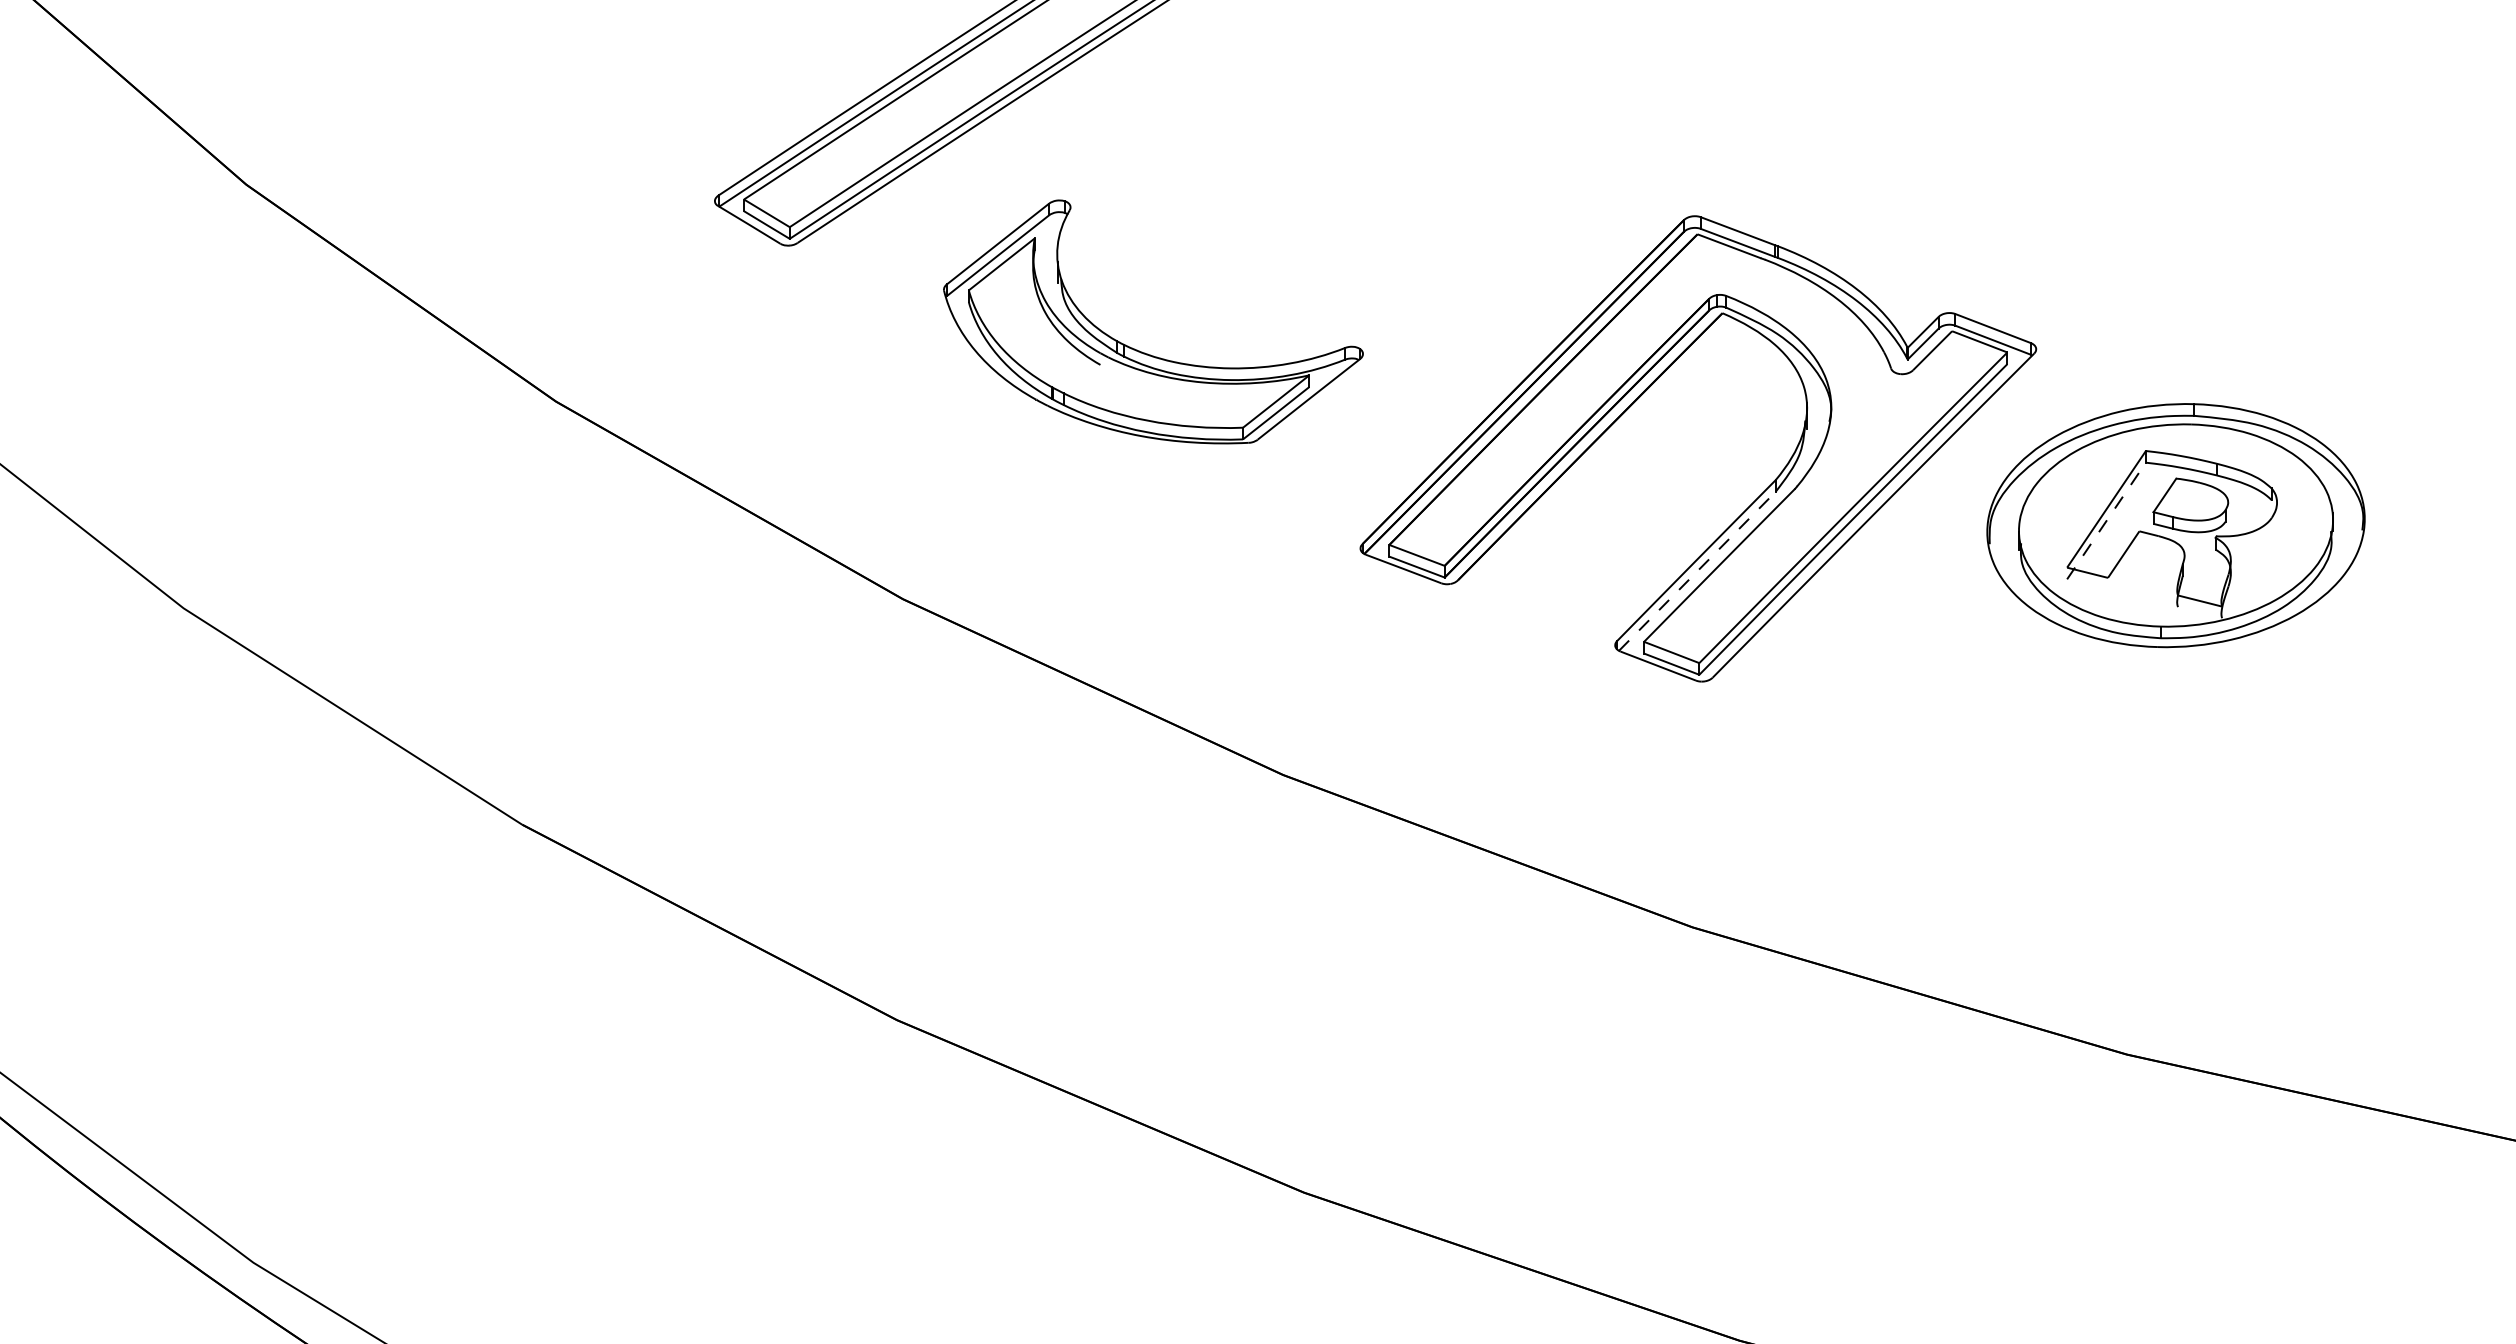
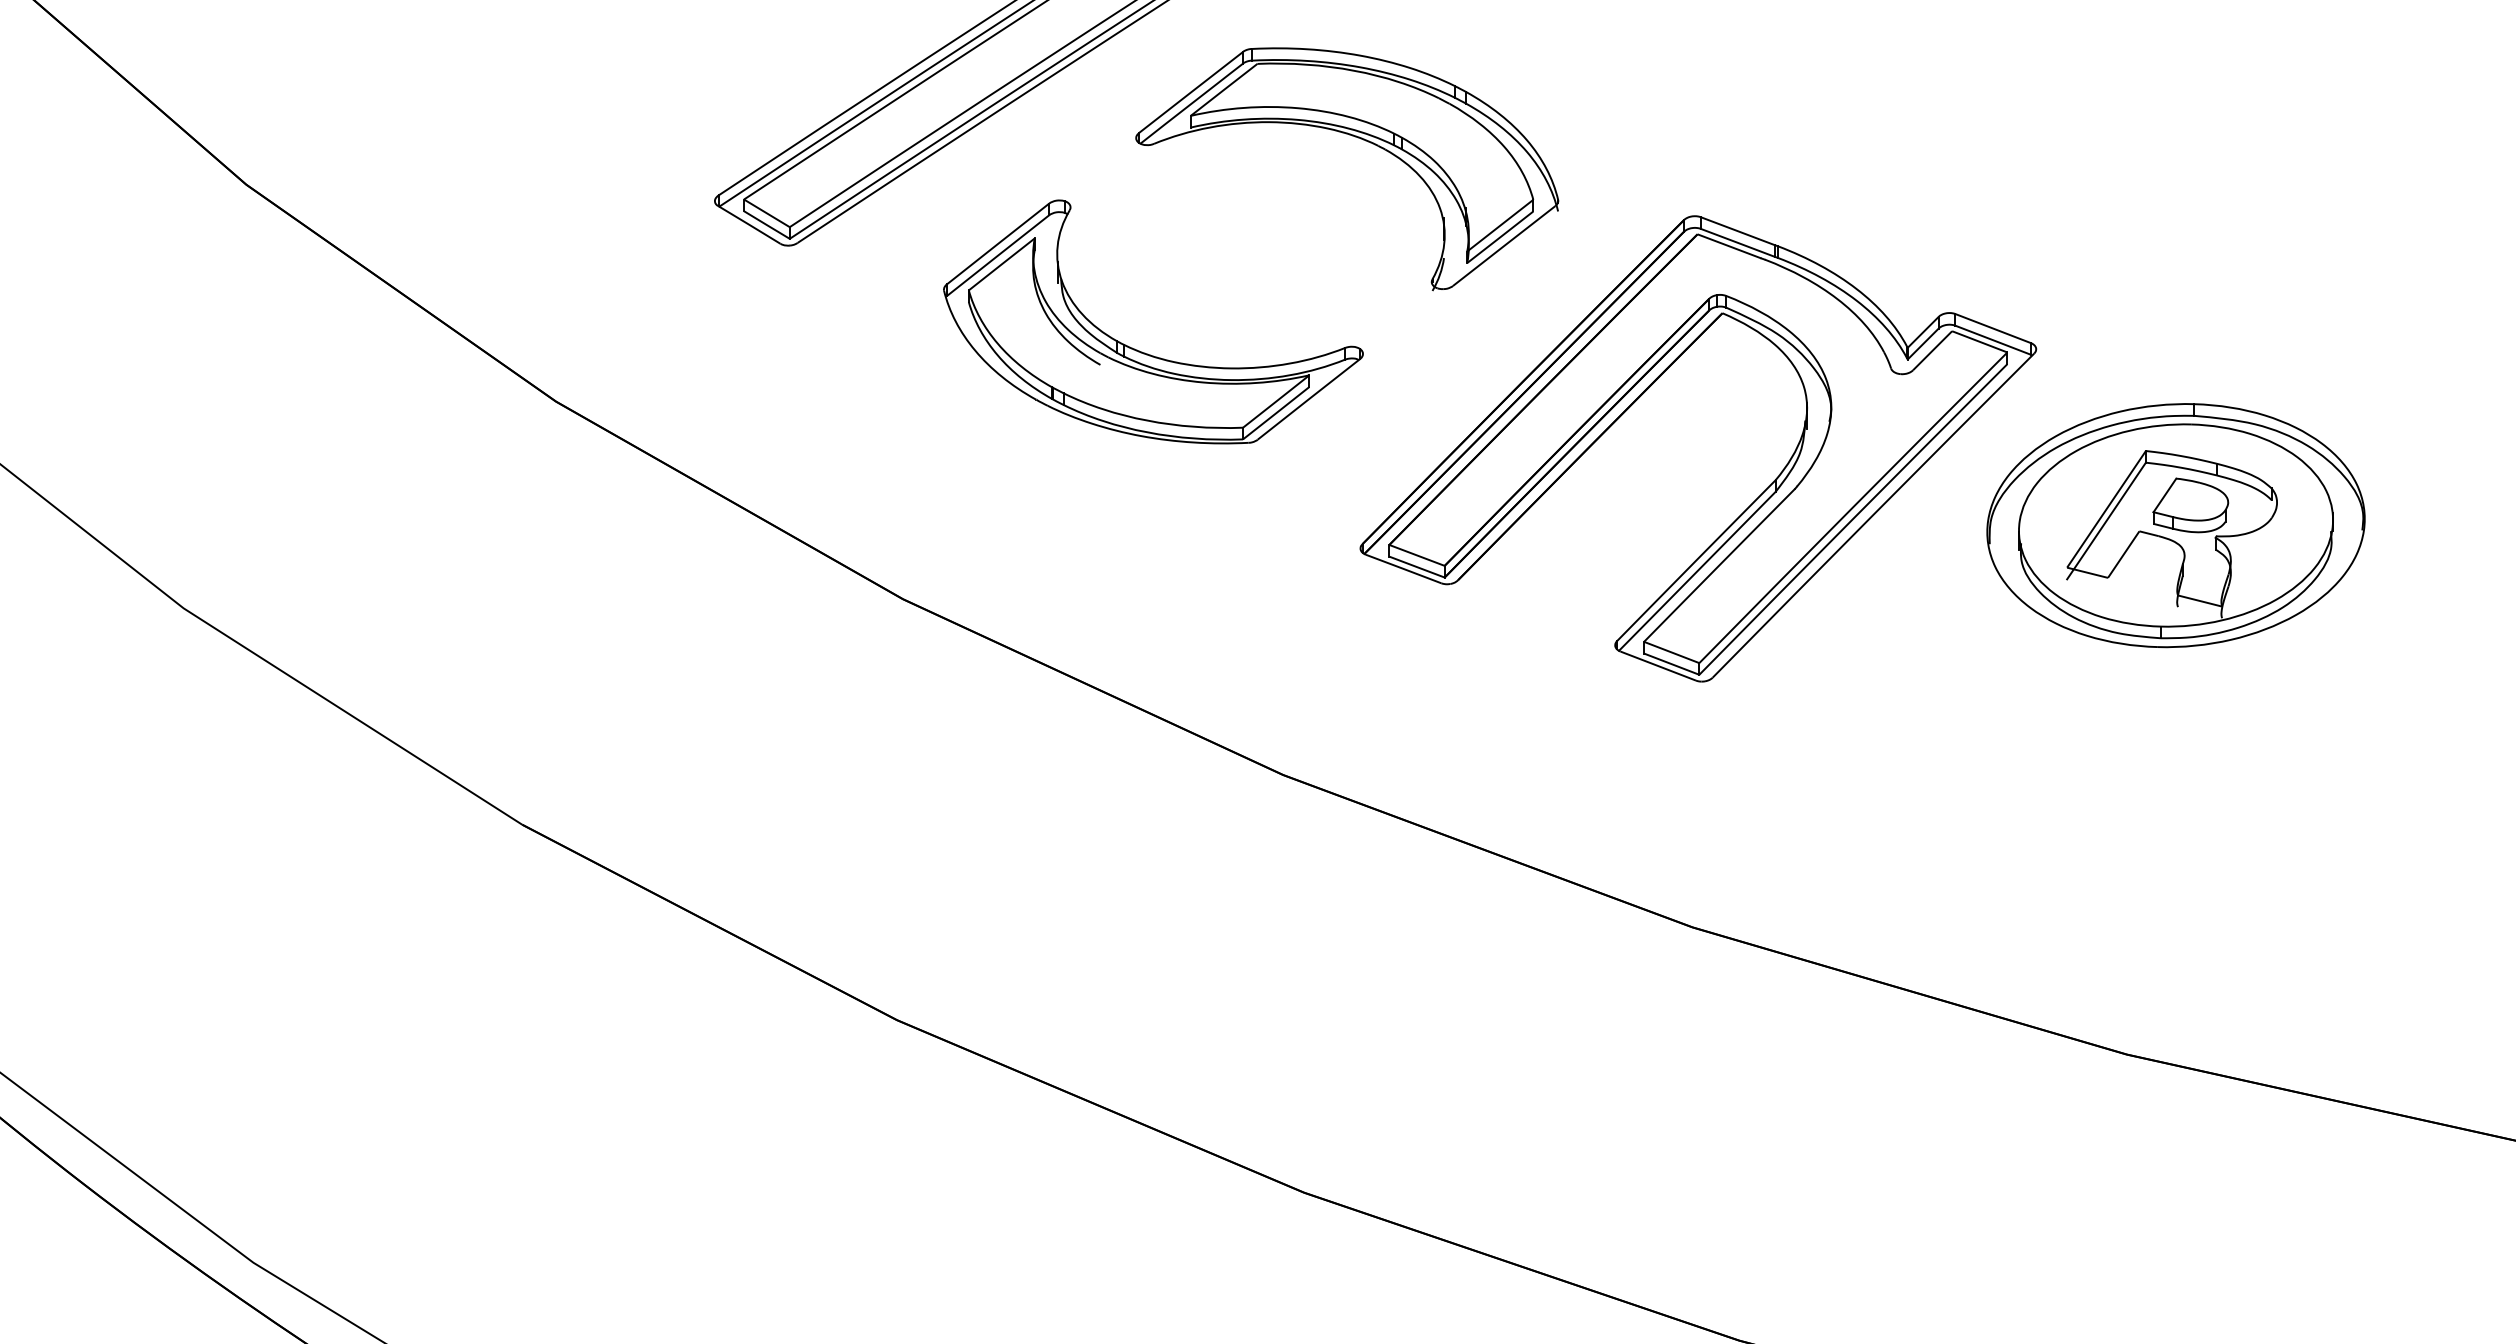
part at (1360, 139): none -> present
line at (2106, 520): dashed -> solid
line at (1697, 571): dashed -> solid
